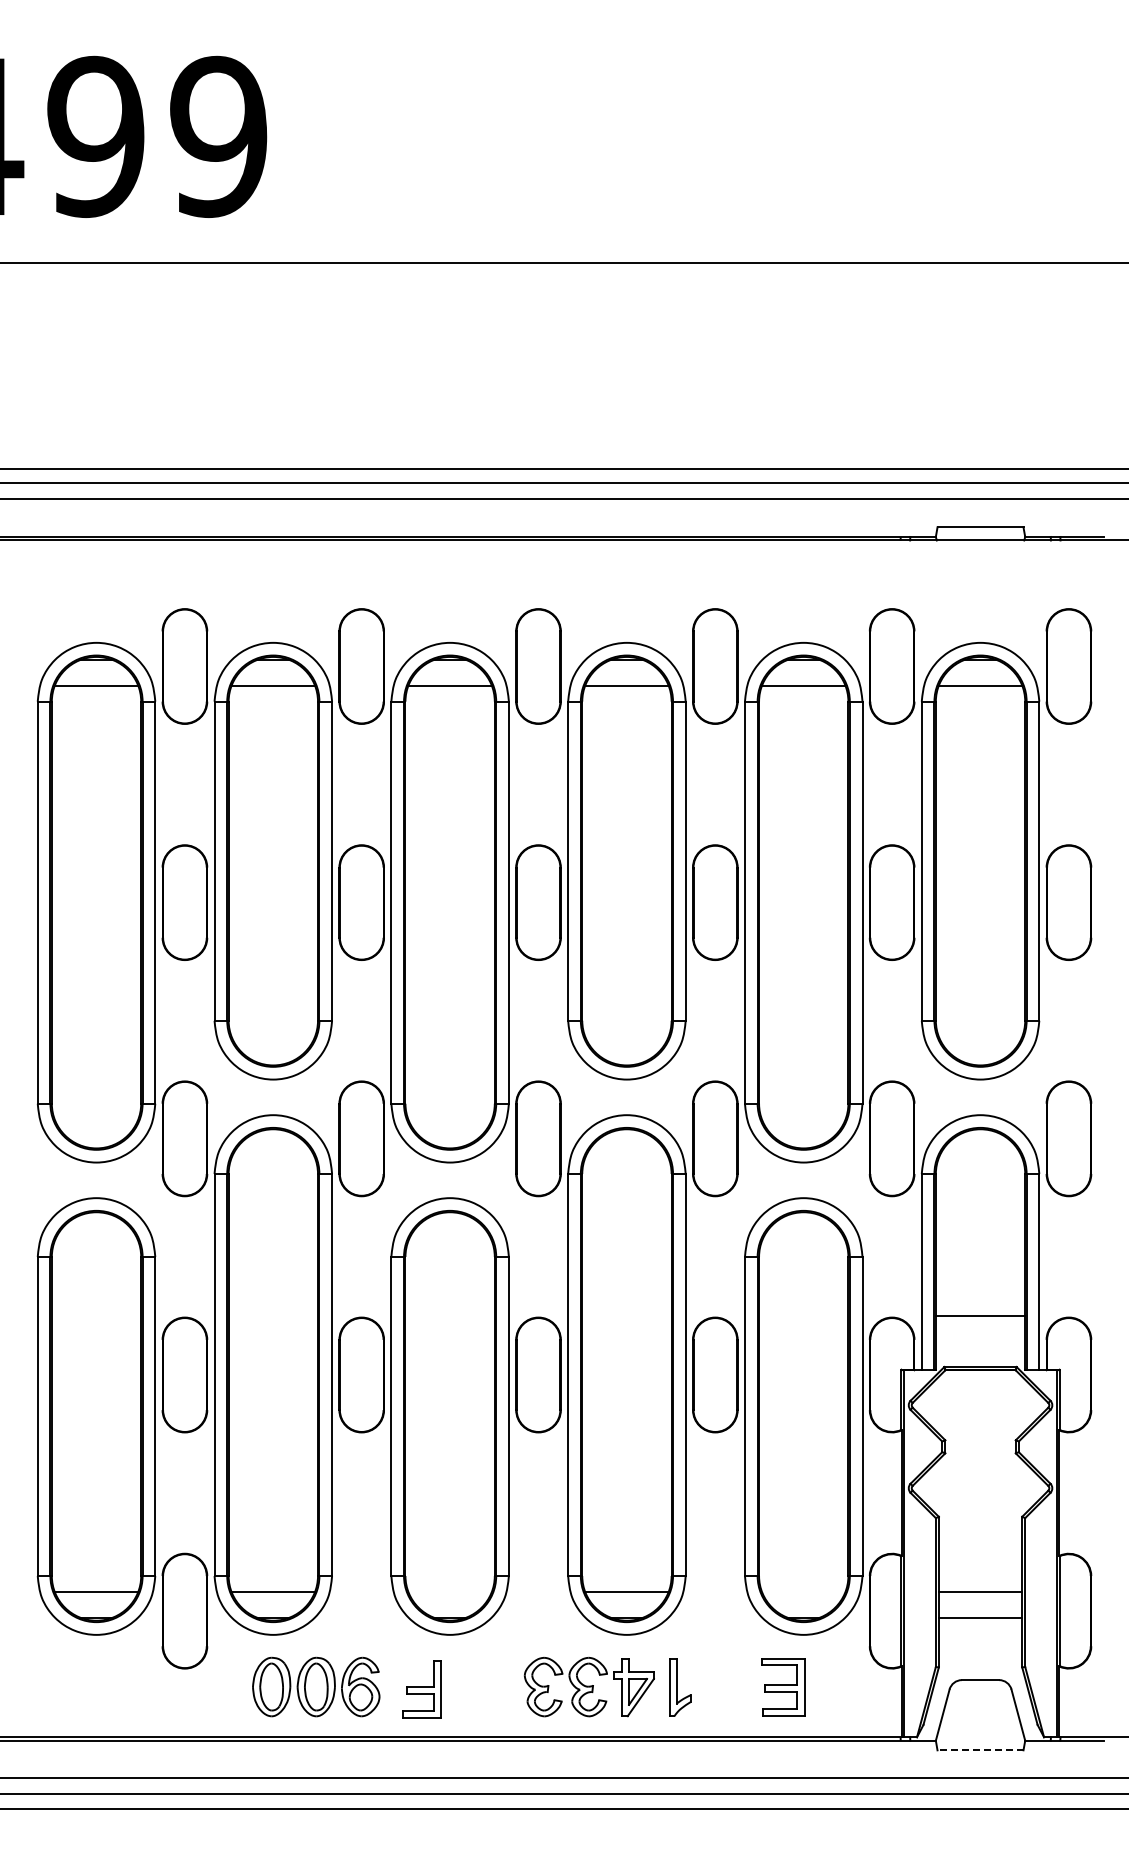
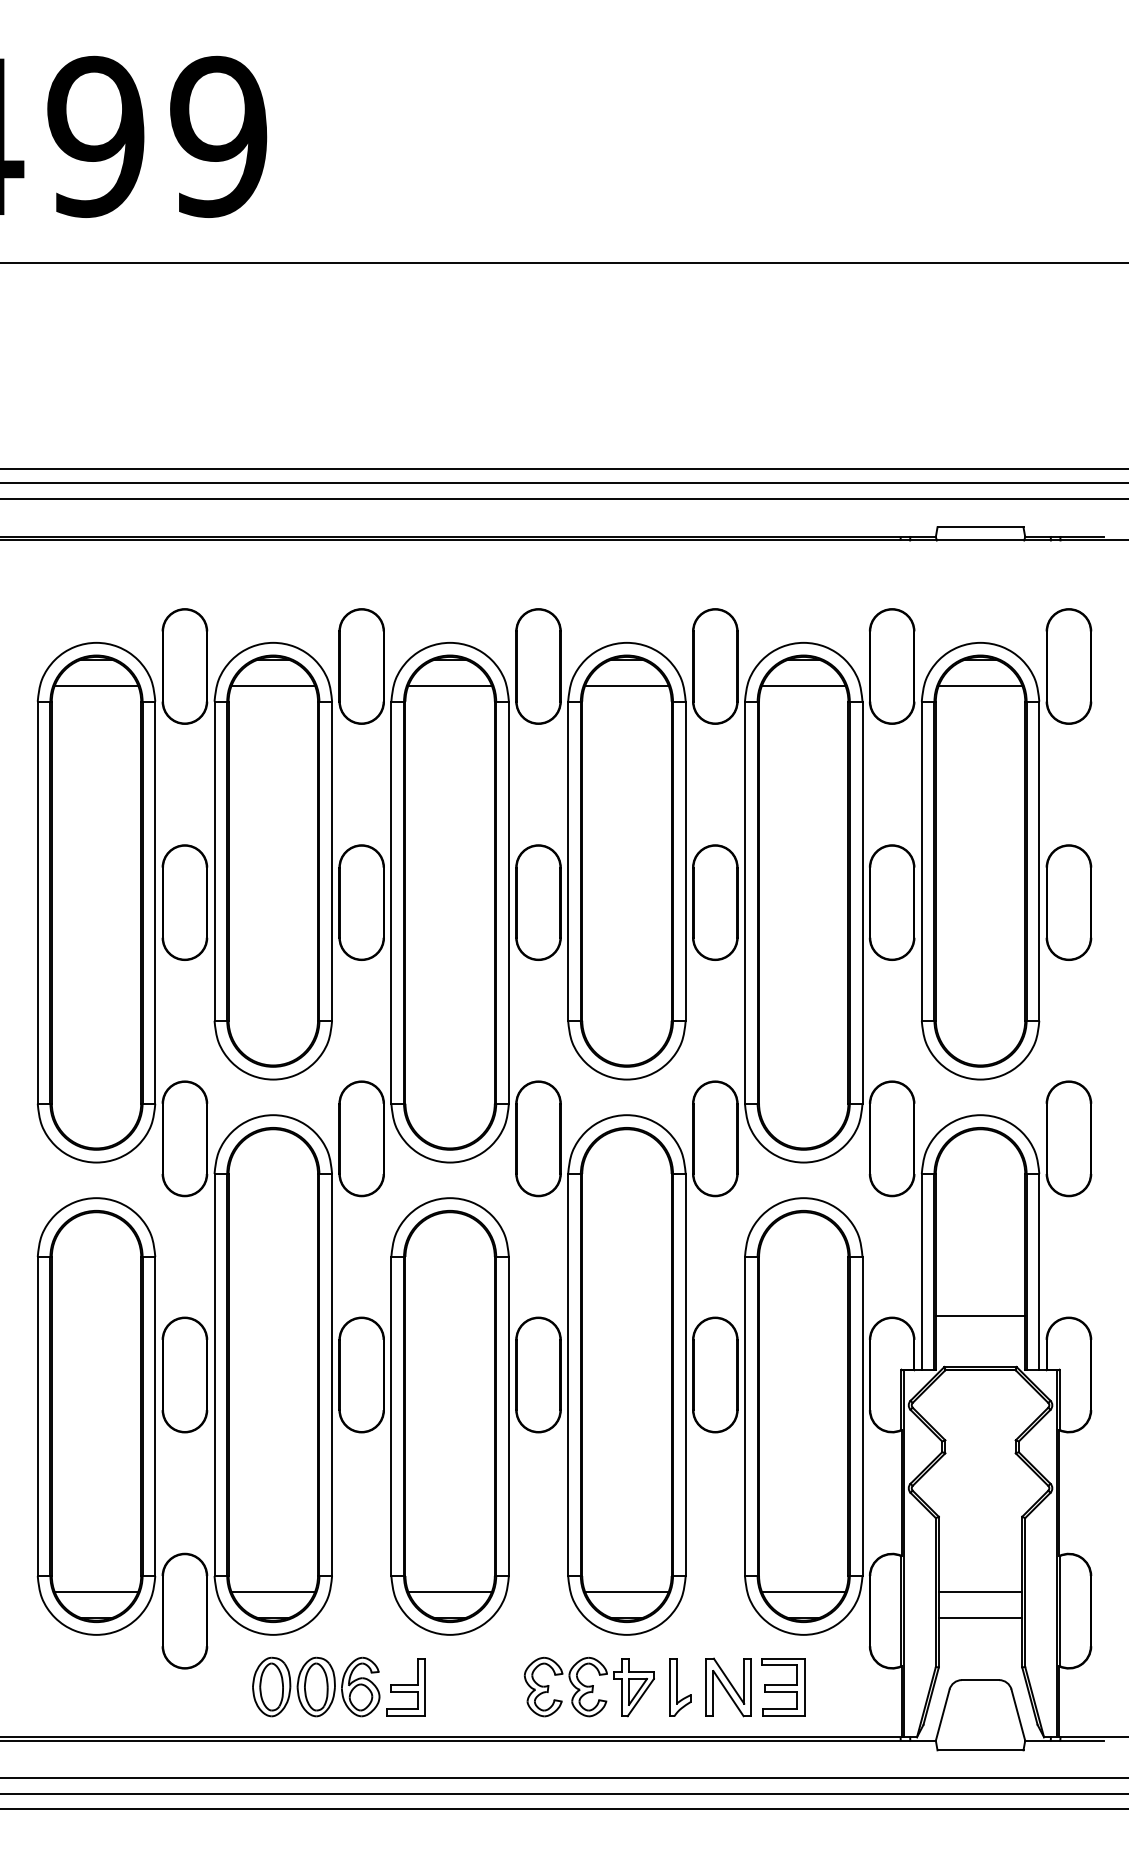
line at (449, 1592): none -> present
line at (803, 1592): none -> present
part at (728, 1687): none -> present
part at (421, 1689) position: (421, 1689) -> (405, 1687)
line at (980, 1750): dashed -> solid
